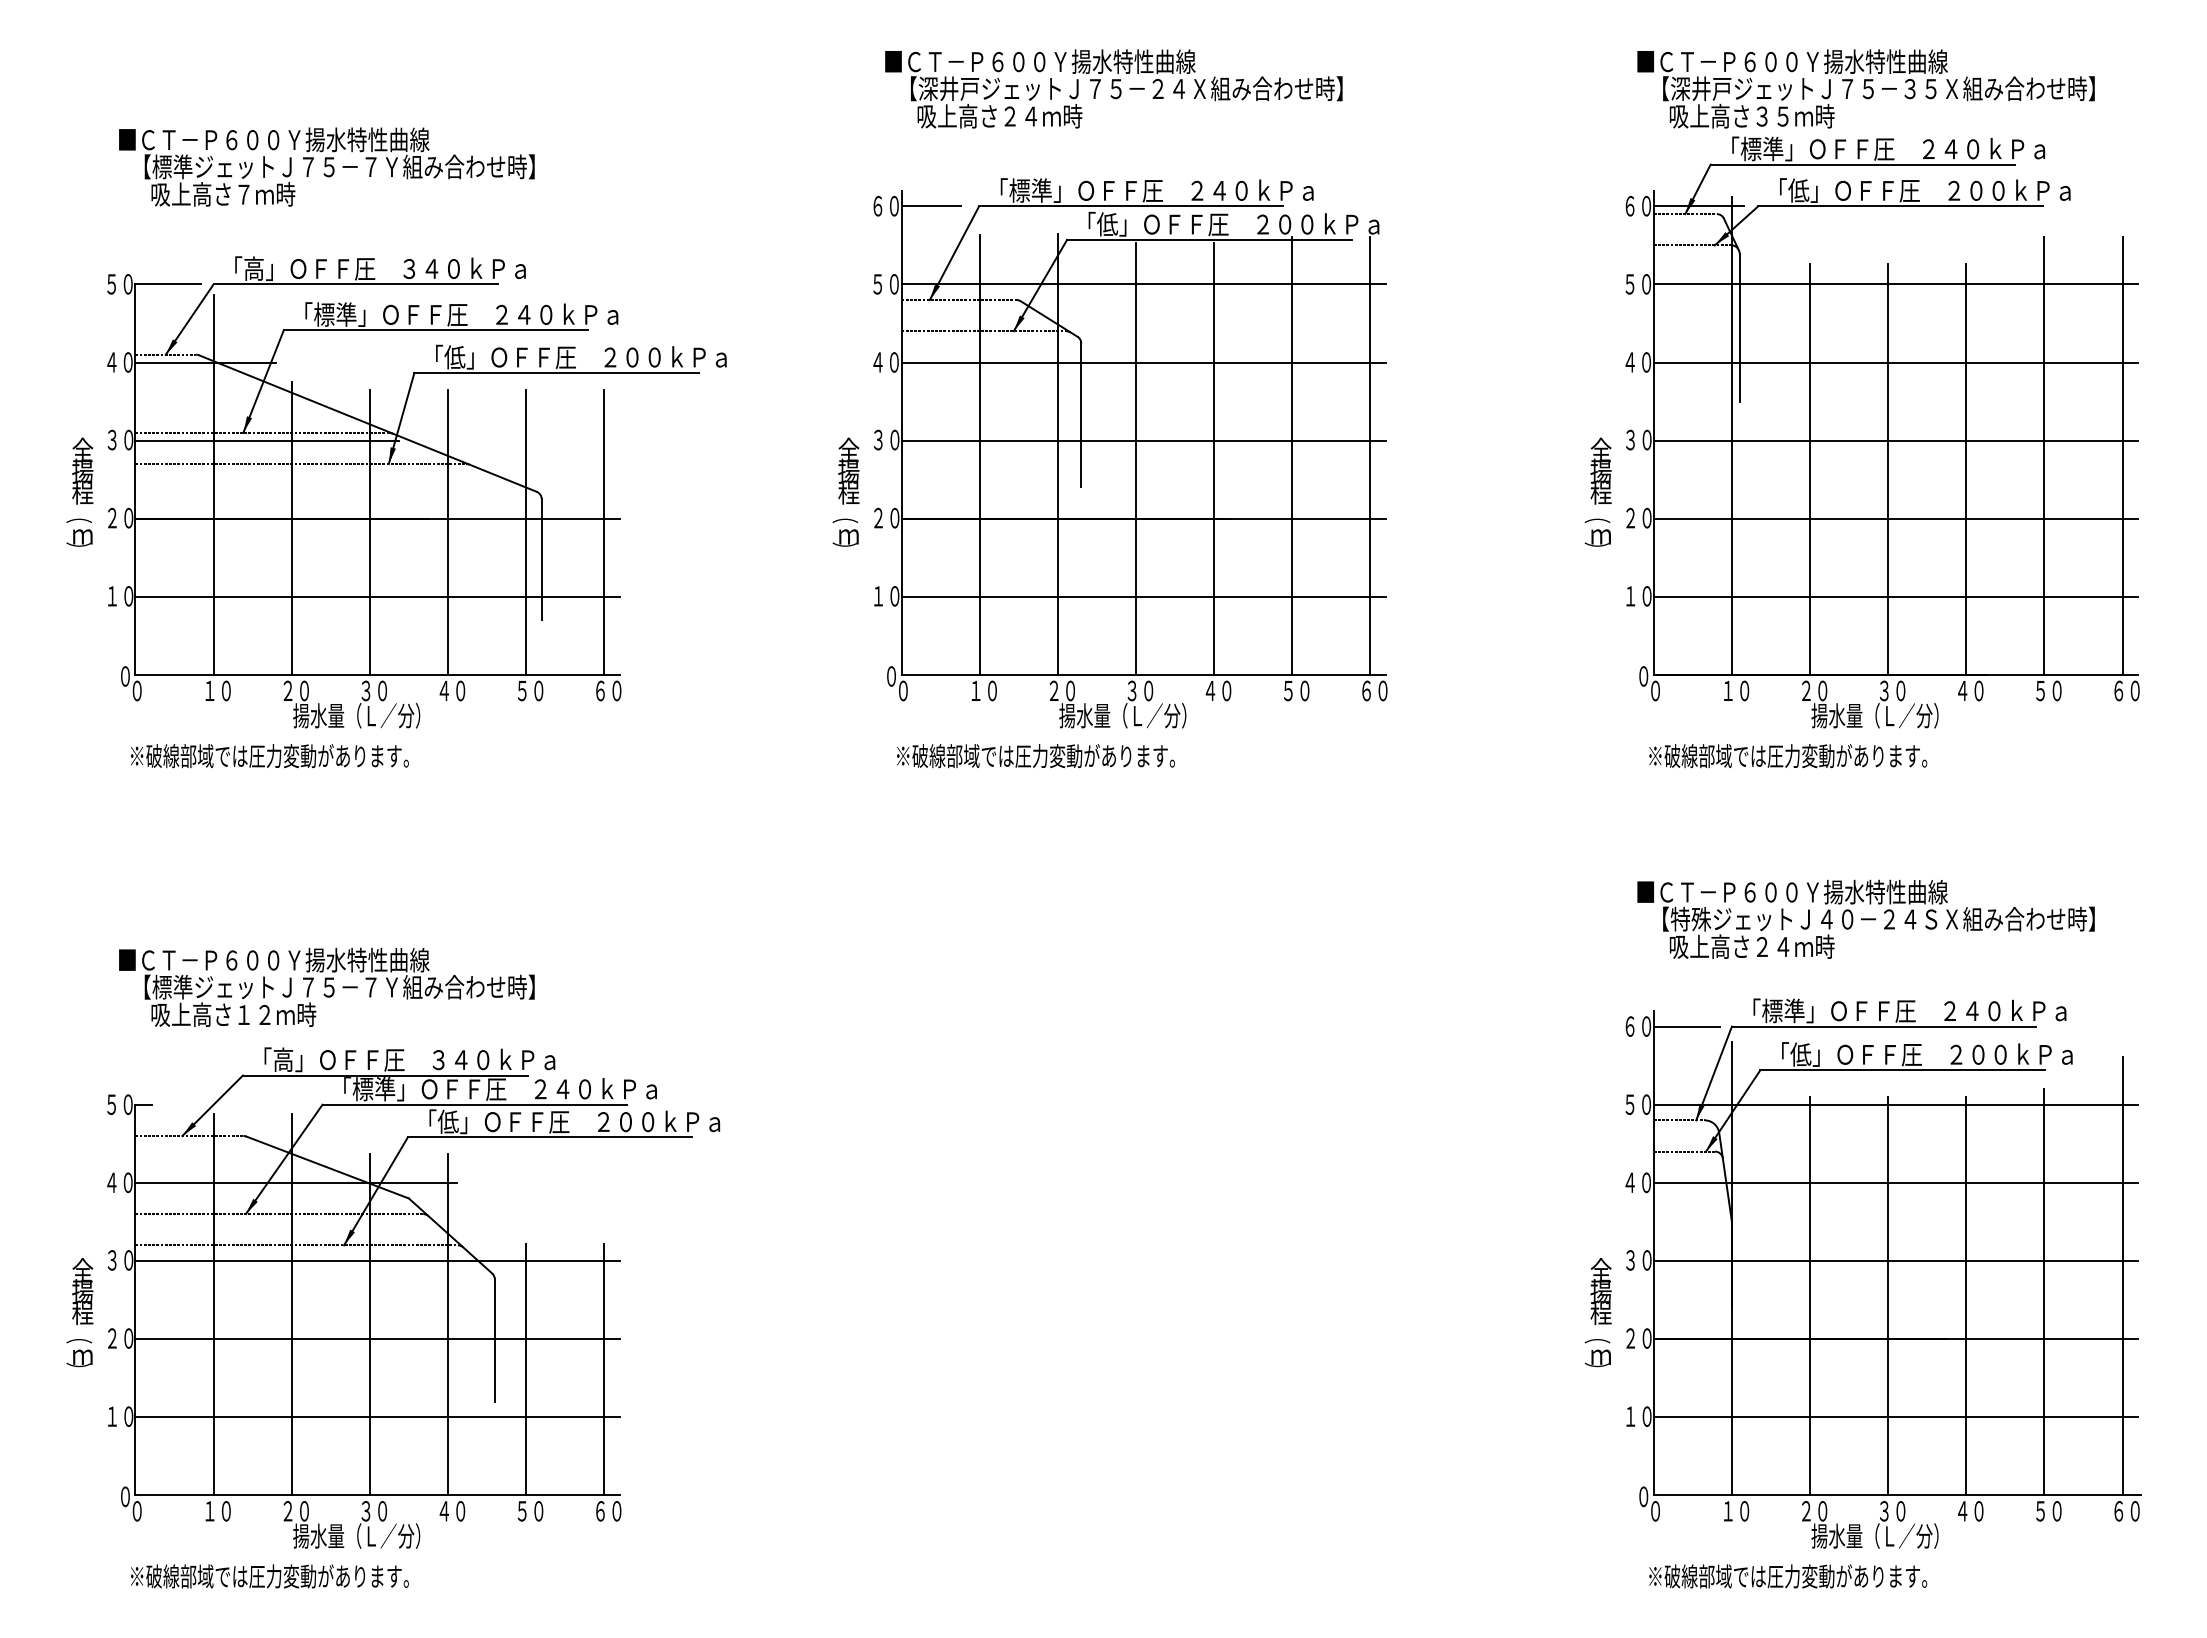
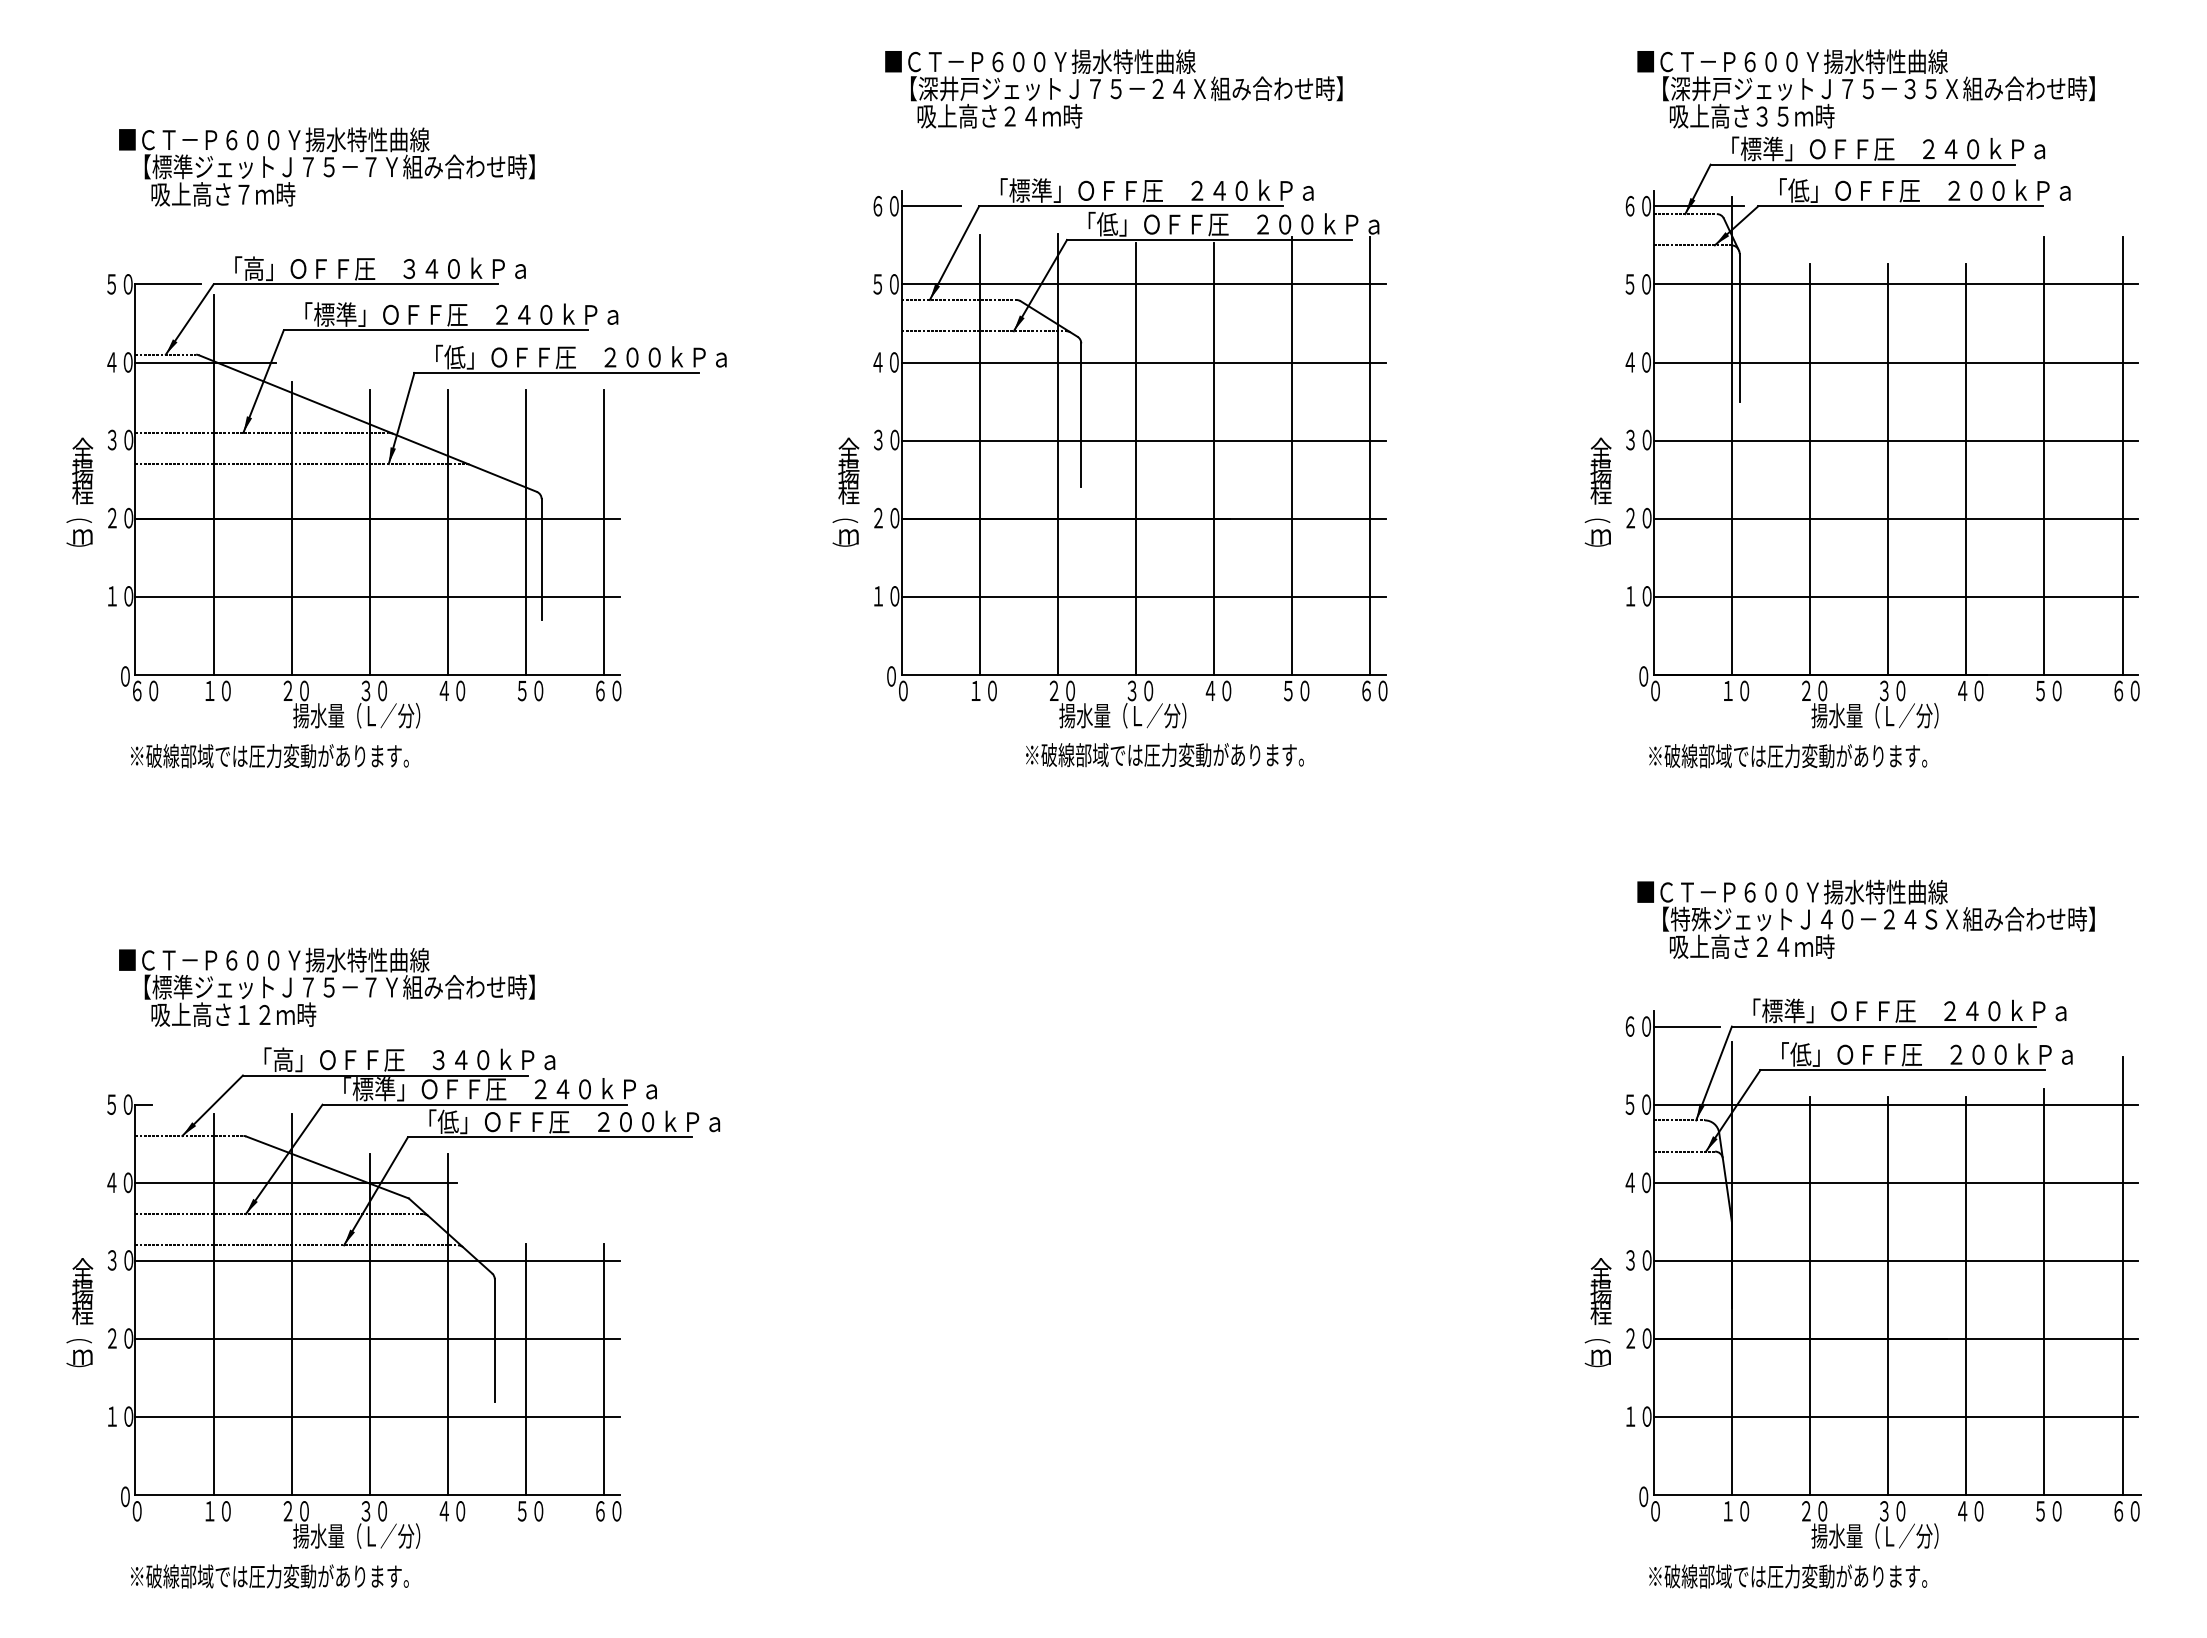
line at (267, 440): present -> none
text at (145, 690): ０ -> ６０
text at (1035, 756) position: (1035, 756) -> (1164, 755)
